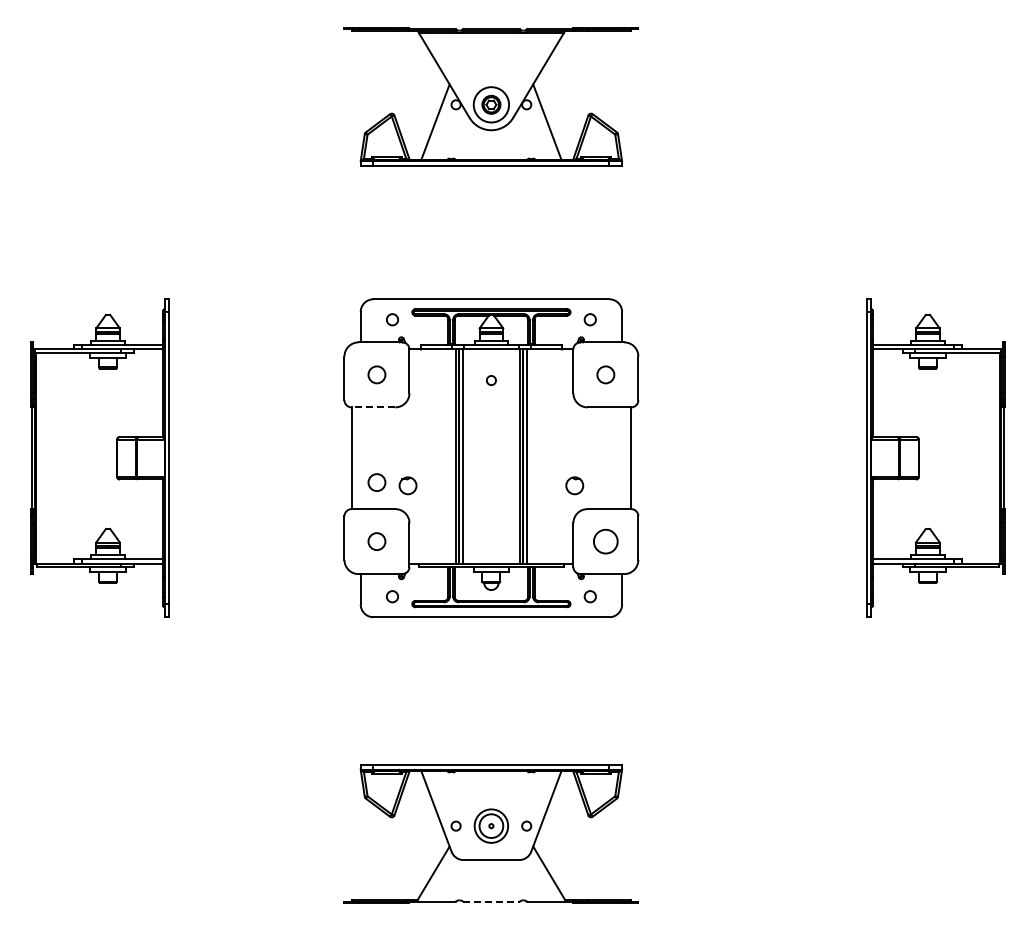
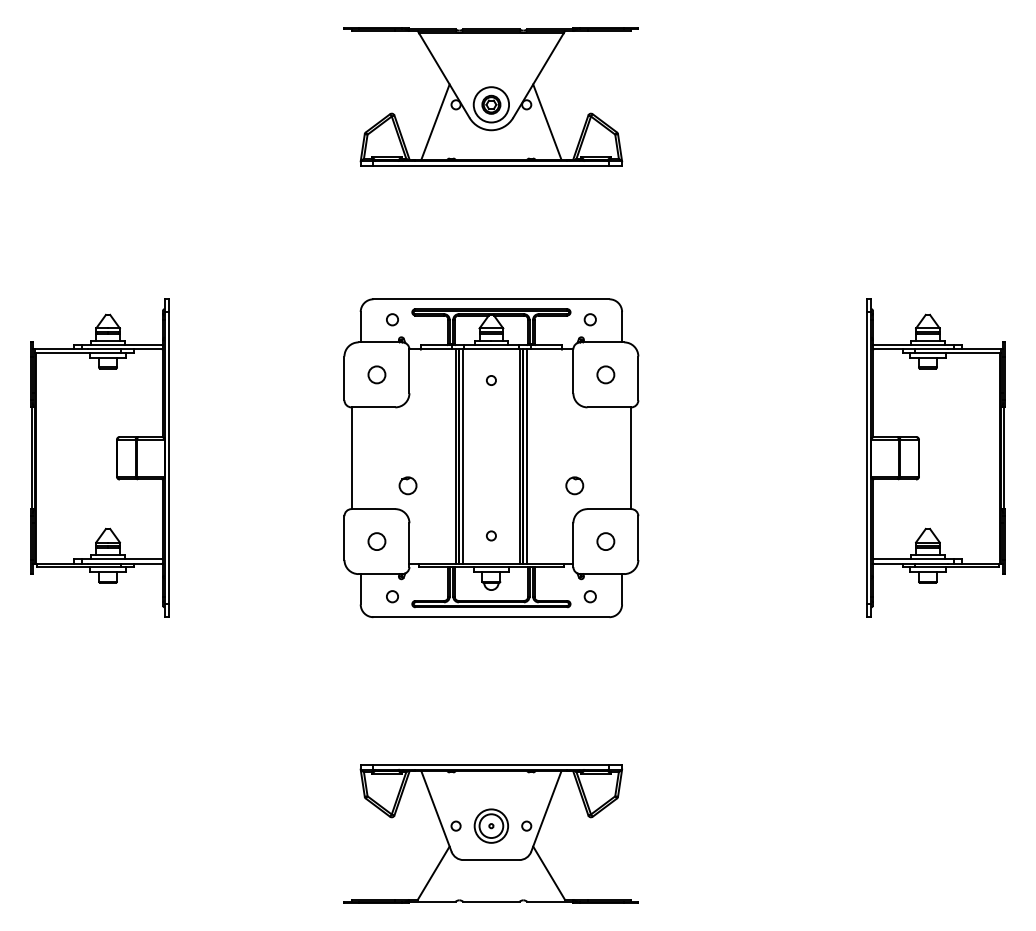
line at (373, 407): dashed -> solid
circle at (376, 482): present -> none
circle at (491, 535): none -> present
circle at (605, 541) size: 26x27 px -> 20x19 px
line at (491, 901): dashed -> solid
